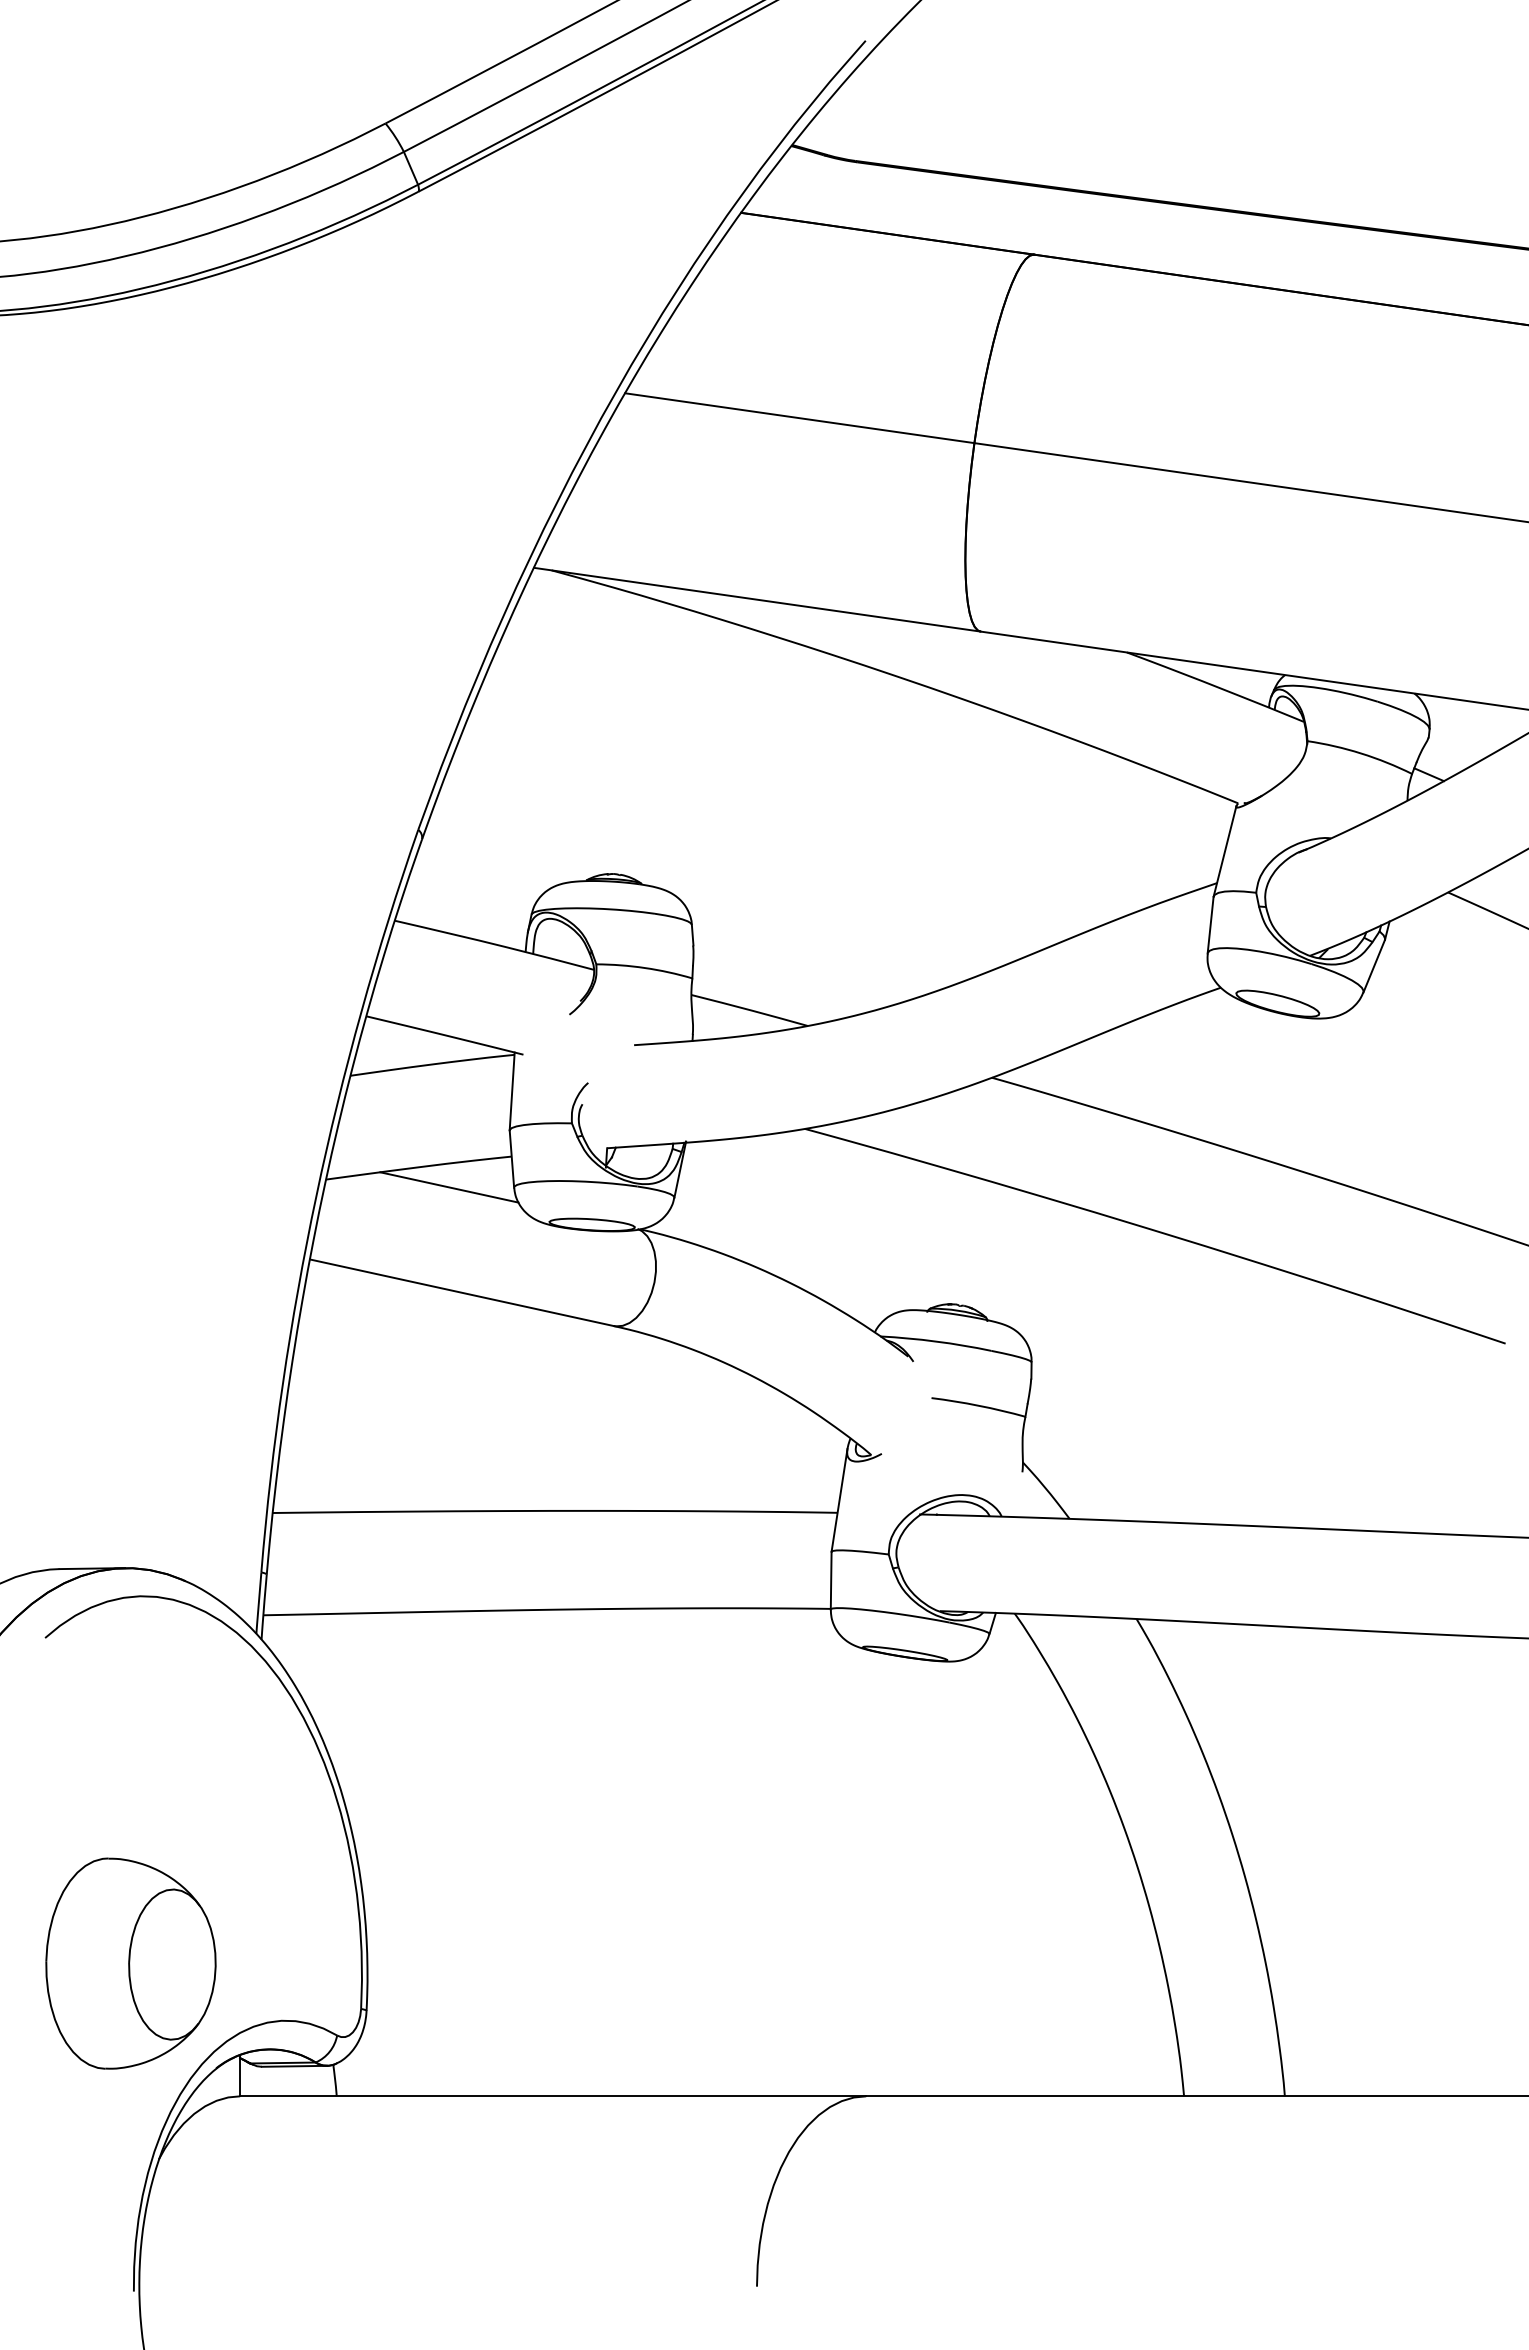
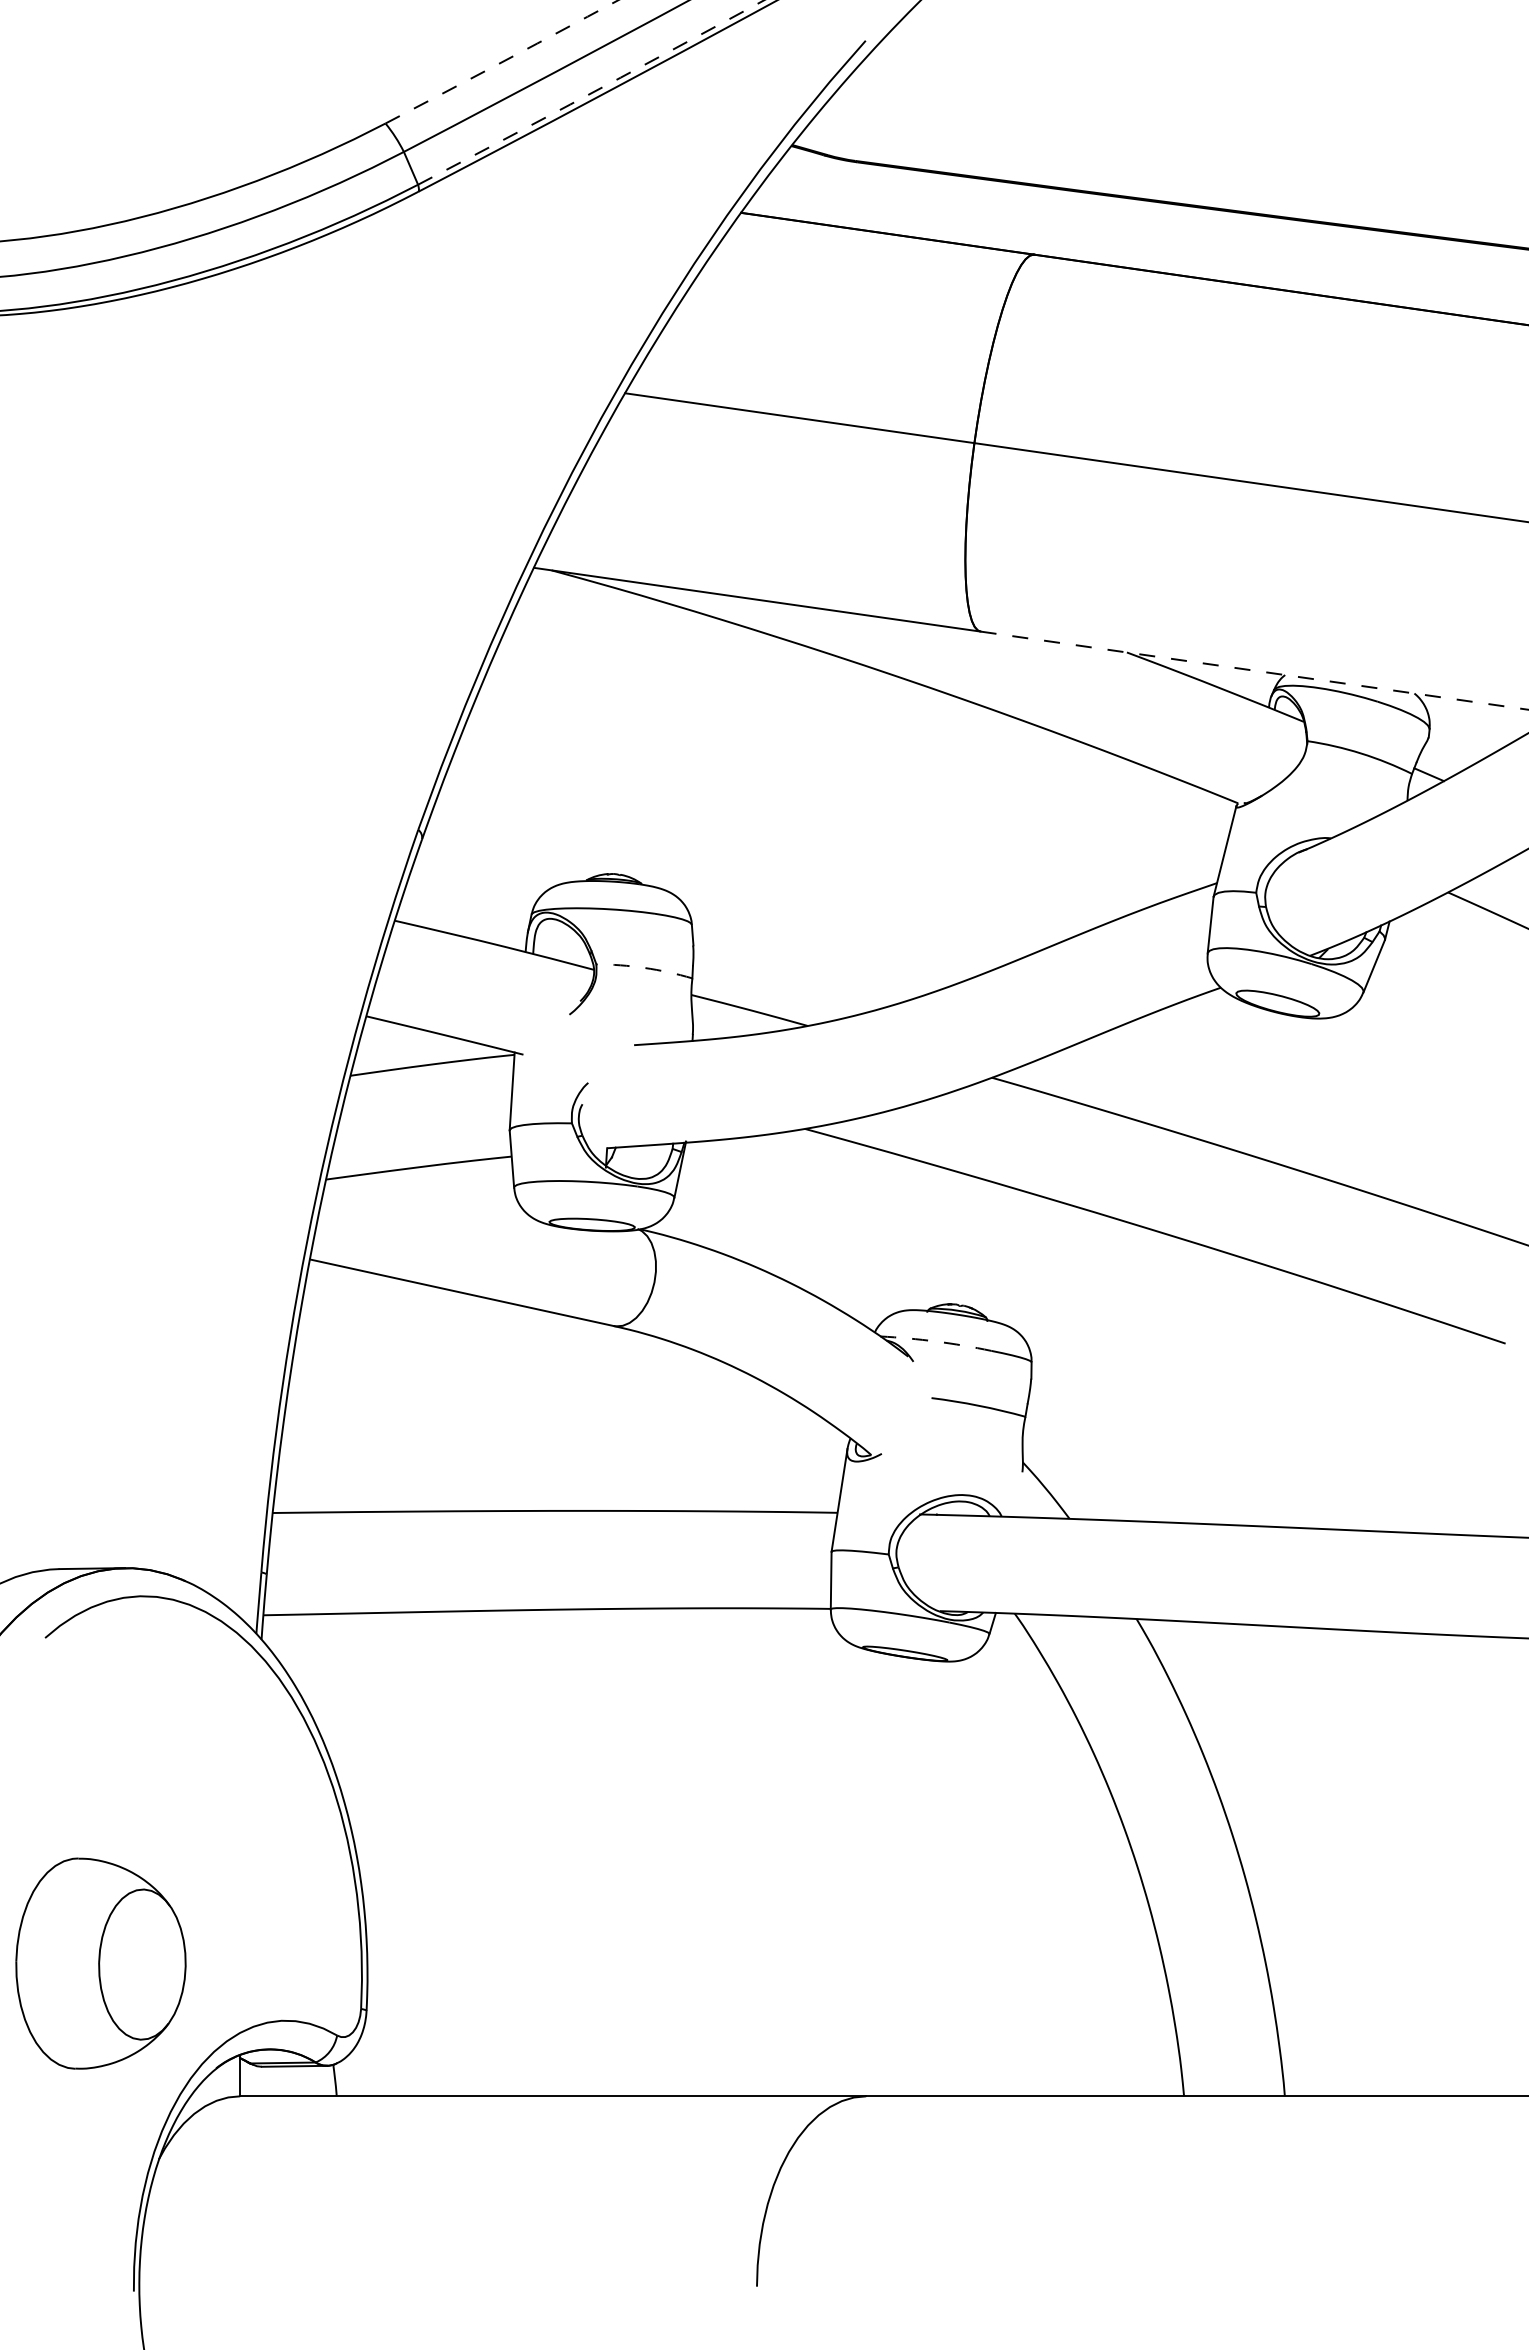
arc at (502, 61): solid -> dashed
arc at (592, 92): solid -> dashed
line at (1254, 670): solid -> dashed
arc at (644, 968): solid -> dashed
line at (449, 1187): present -> none
arc at (936, 1341): solid -> dashed
part at (130, 1963) position: (130, 1963) -> (100, 1963)
